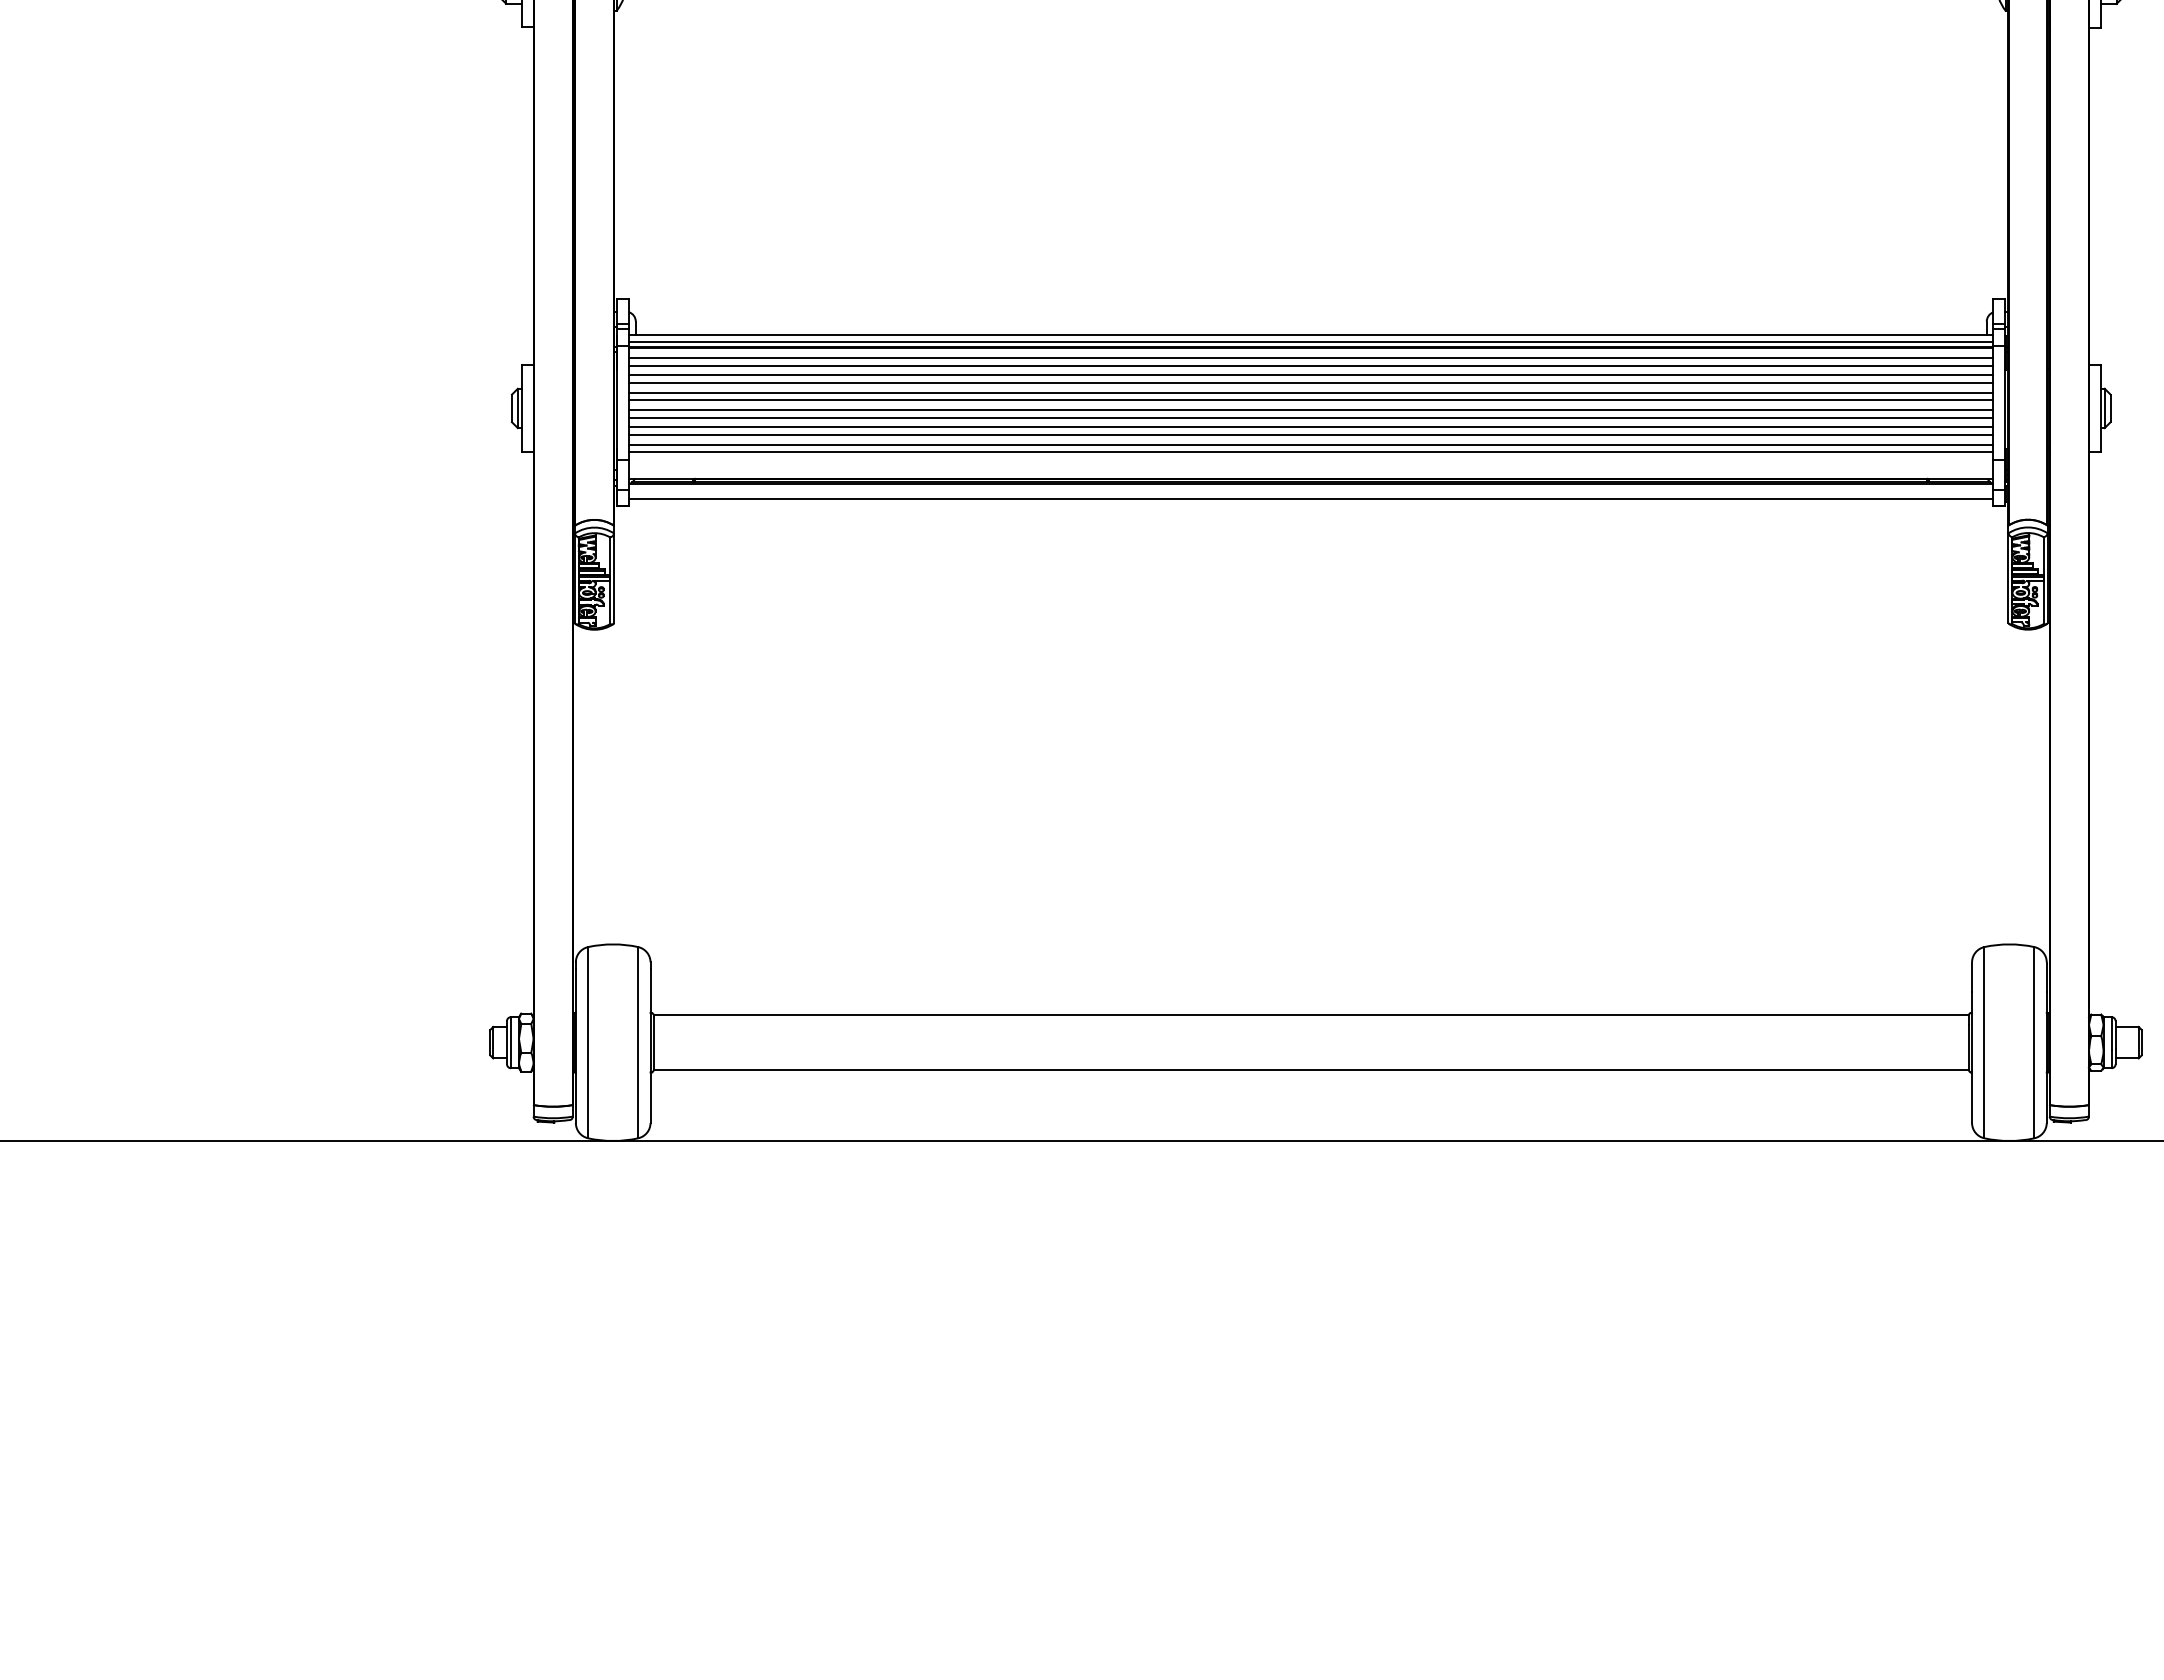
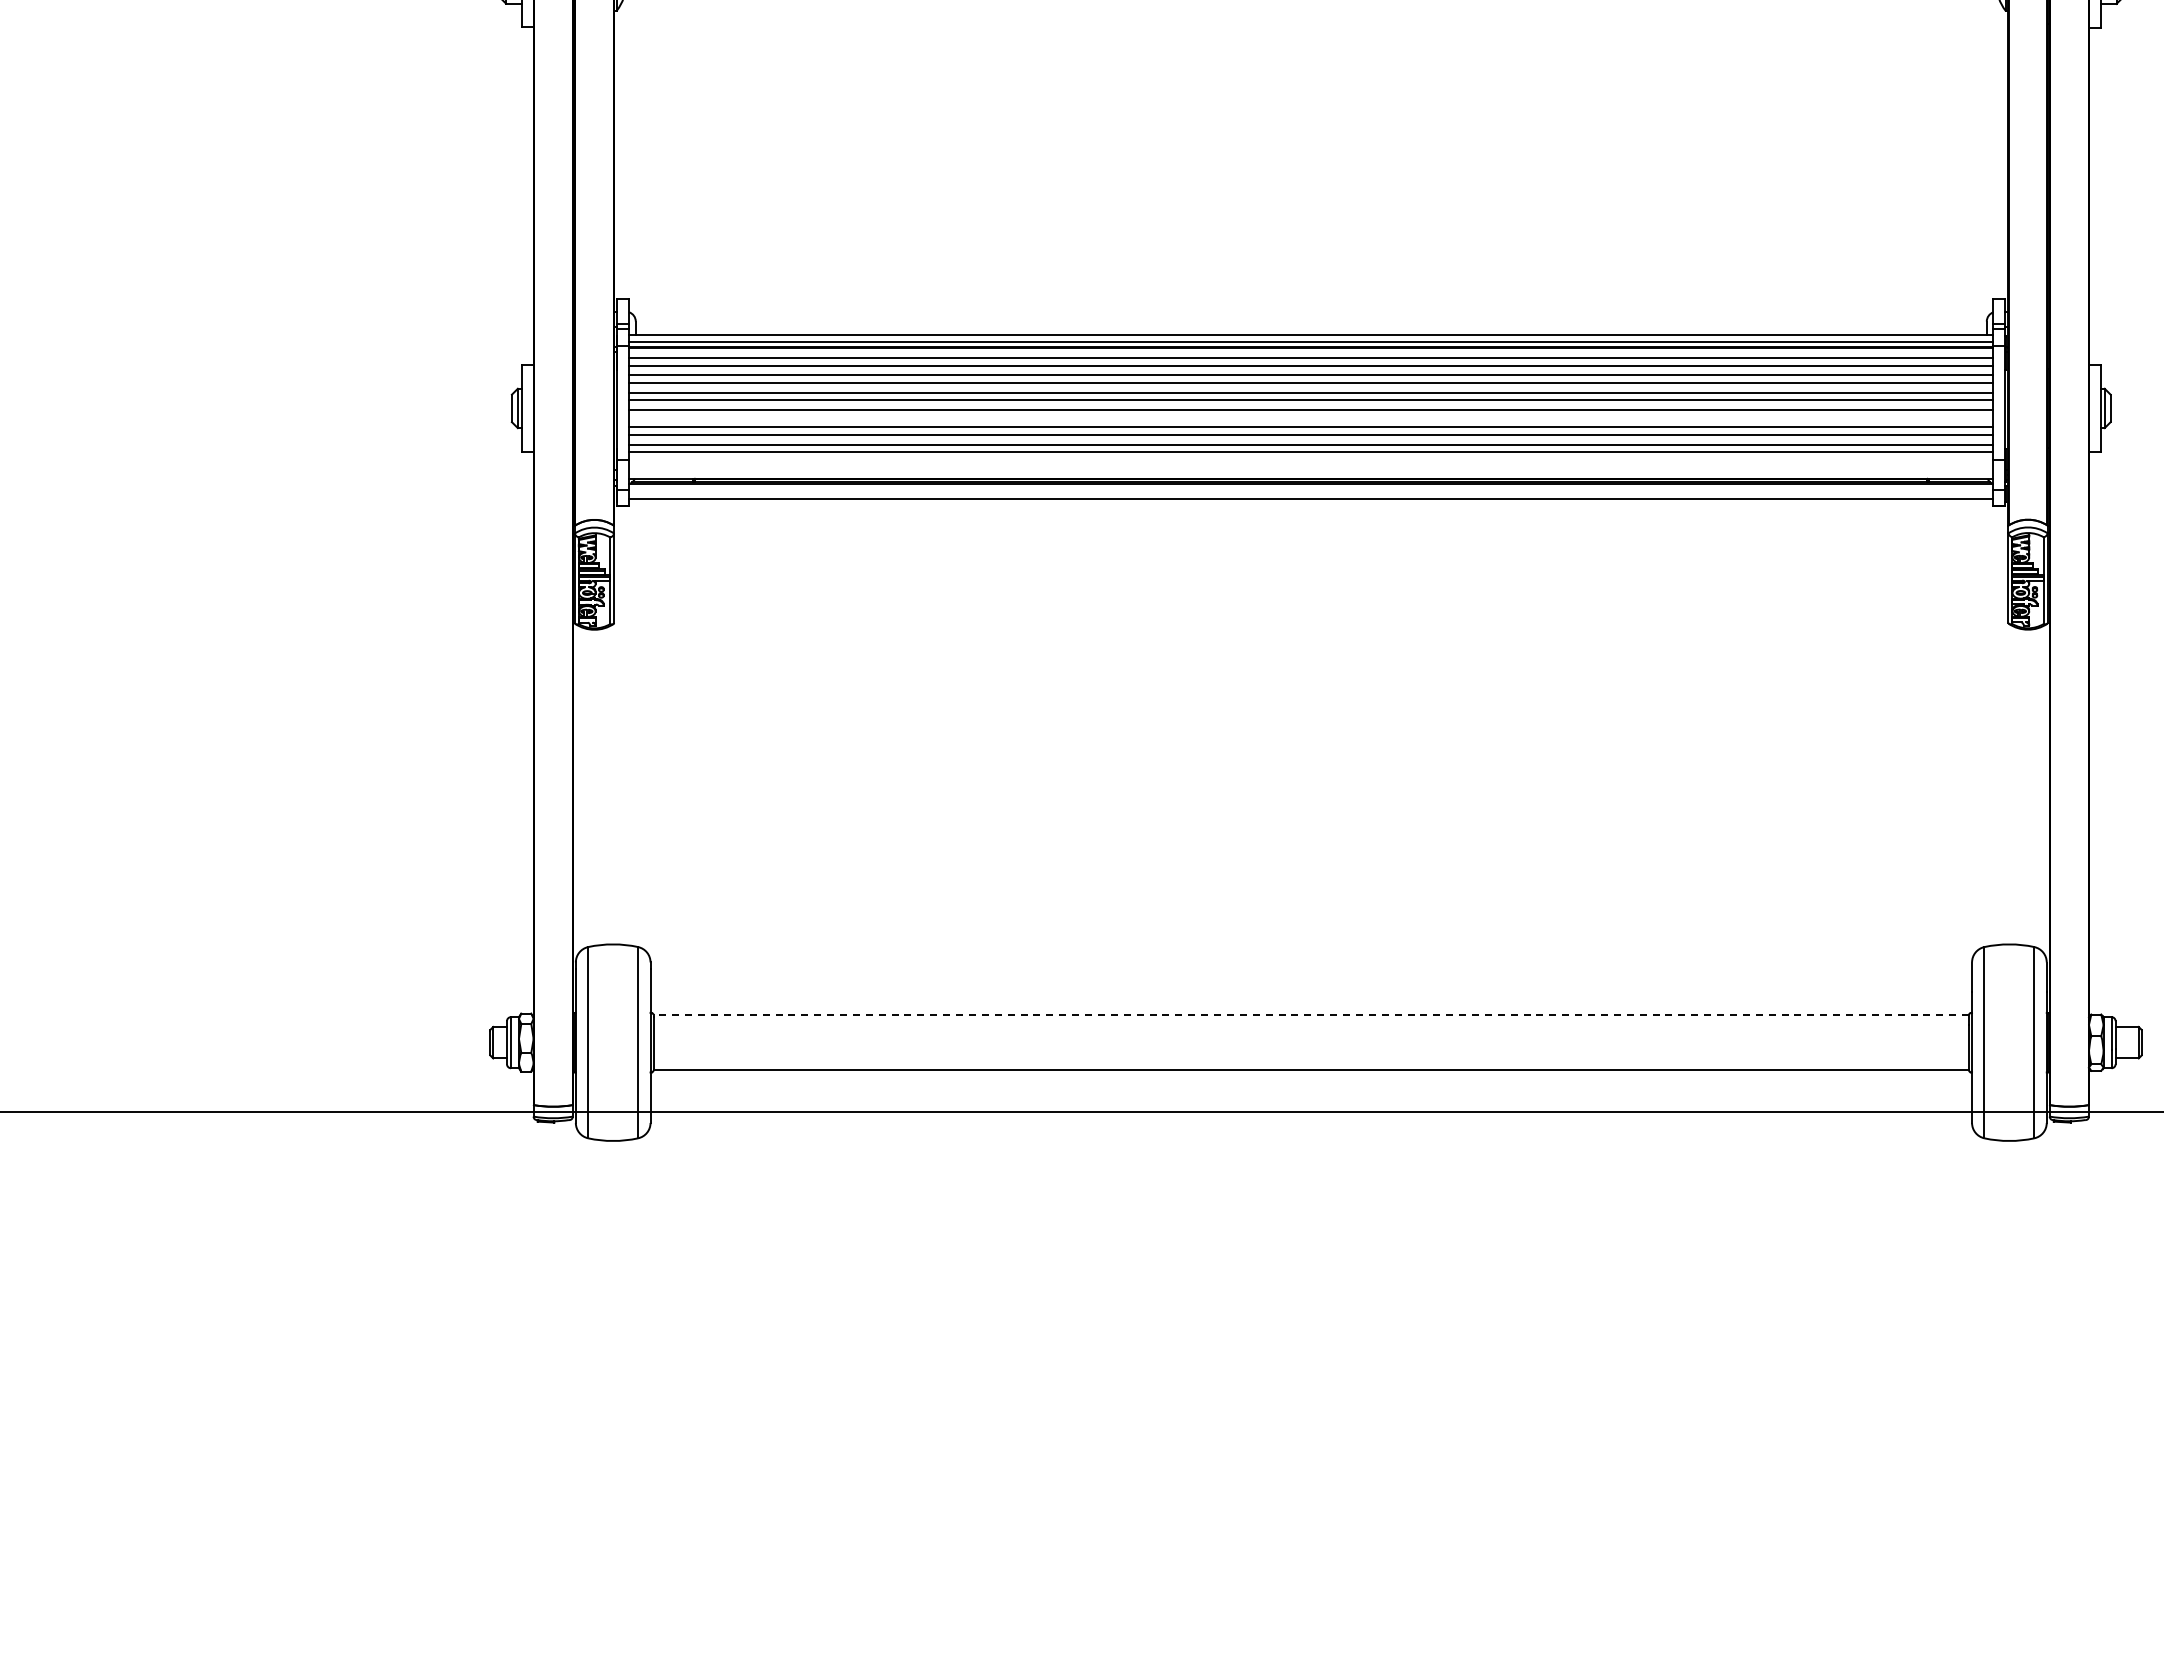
line at (1311, 417): present -> none
line at (1311, 1015): solid -> dashed
line at (1081, 1140) position: (1081, 1140) -> (1081, 1111)
